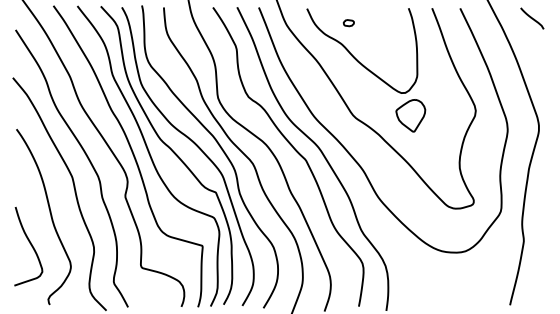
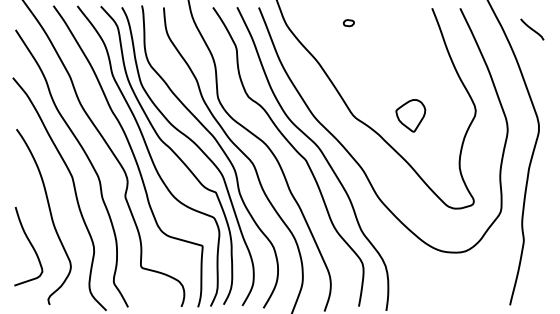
curve at (532, 18) position: (532, 18) -> (532, 29)
curve at (355, 57): present -> none
